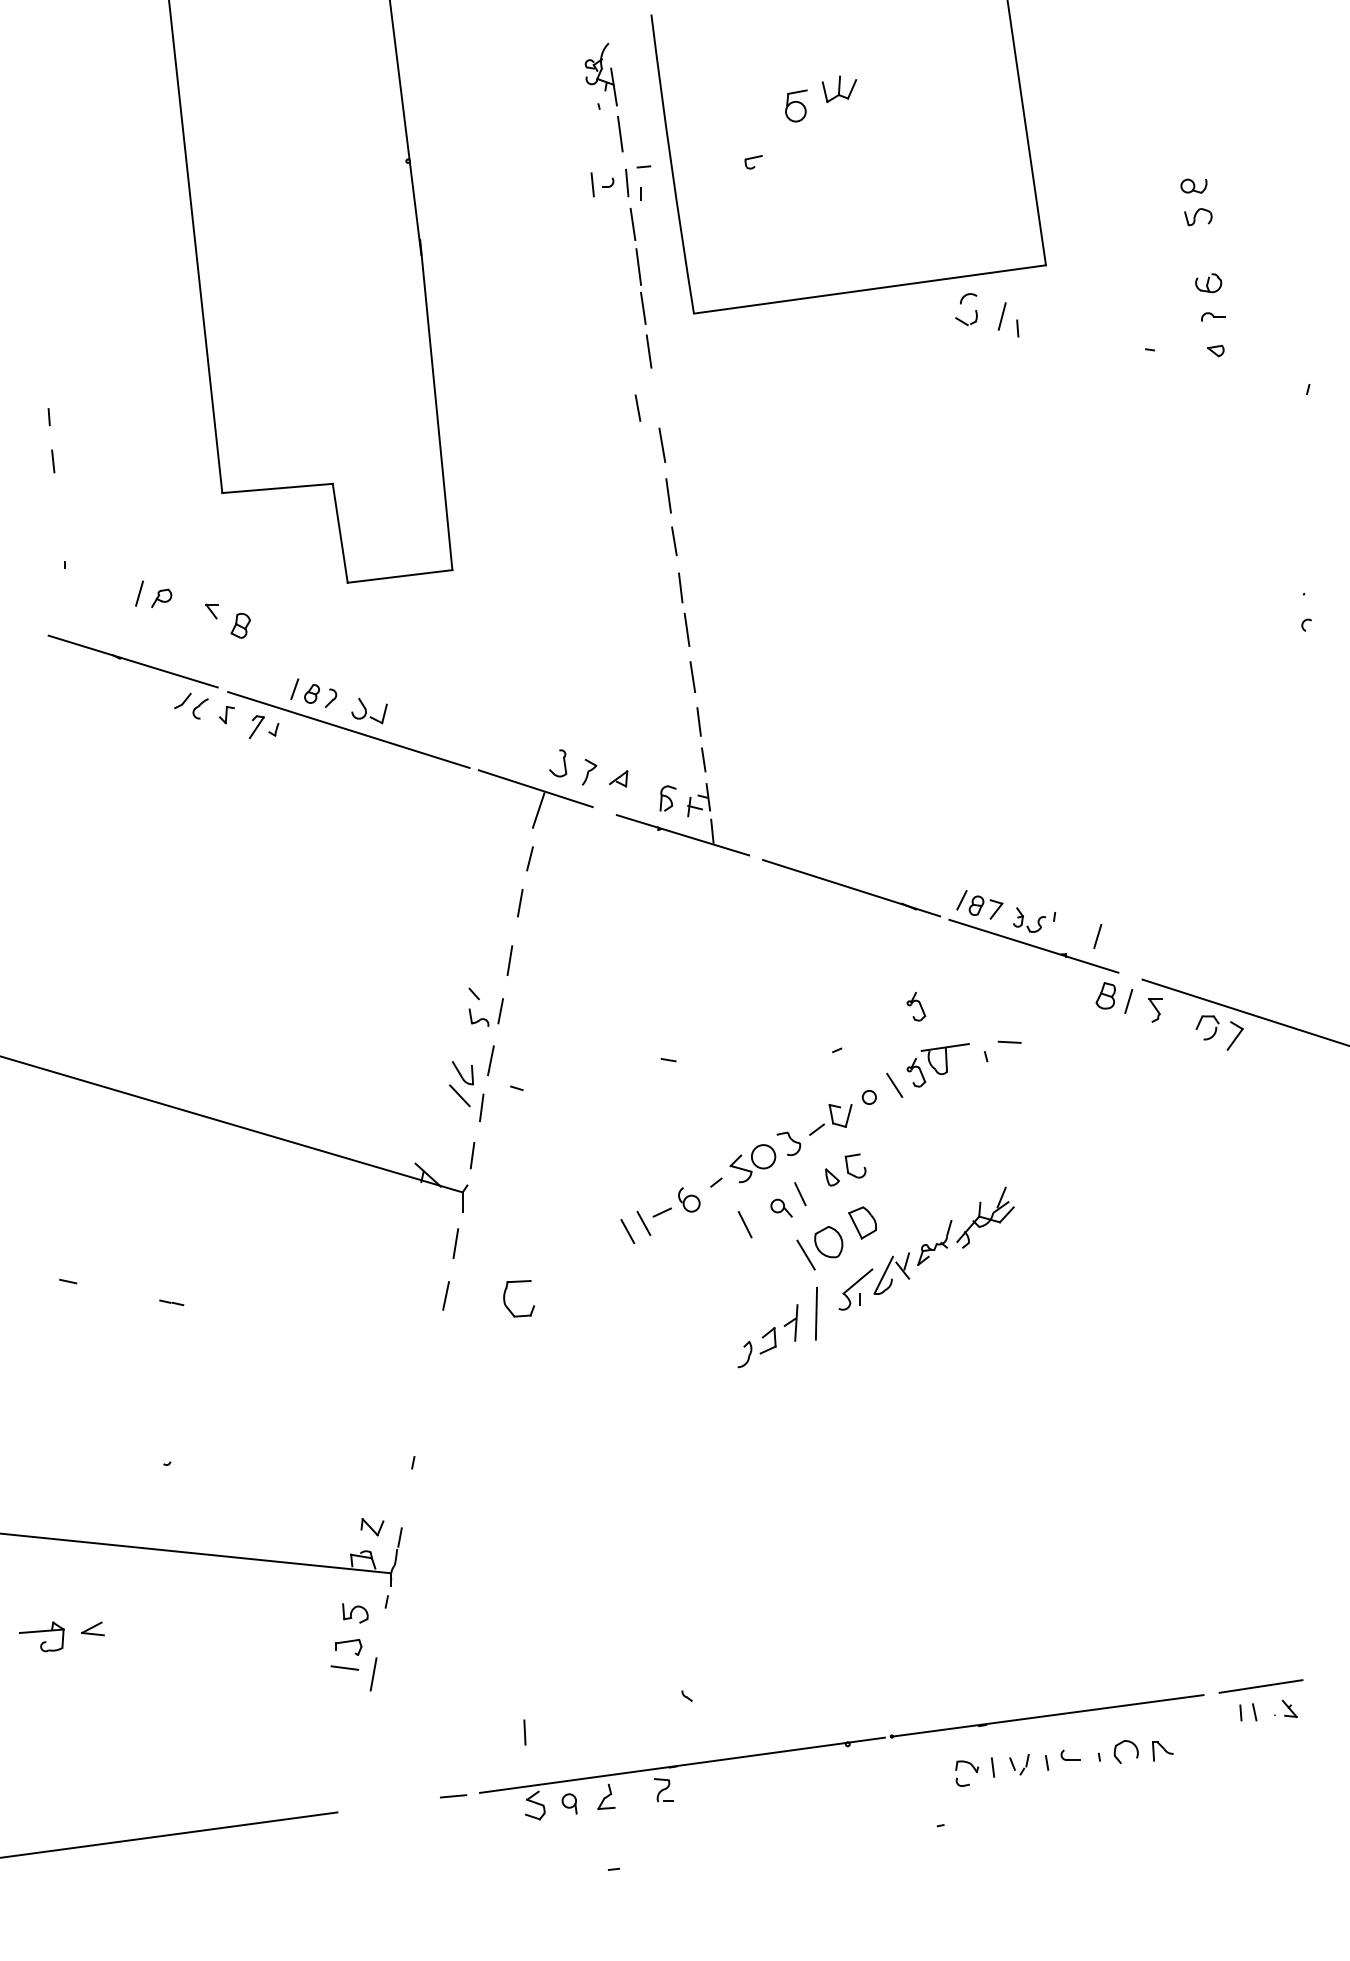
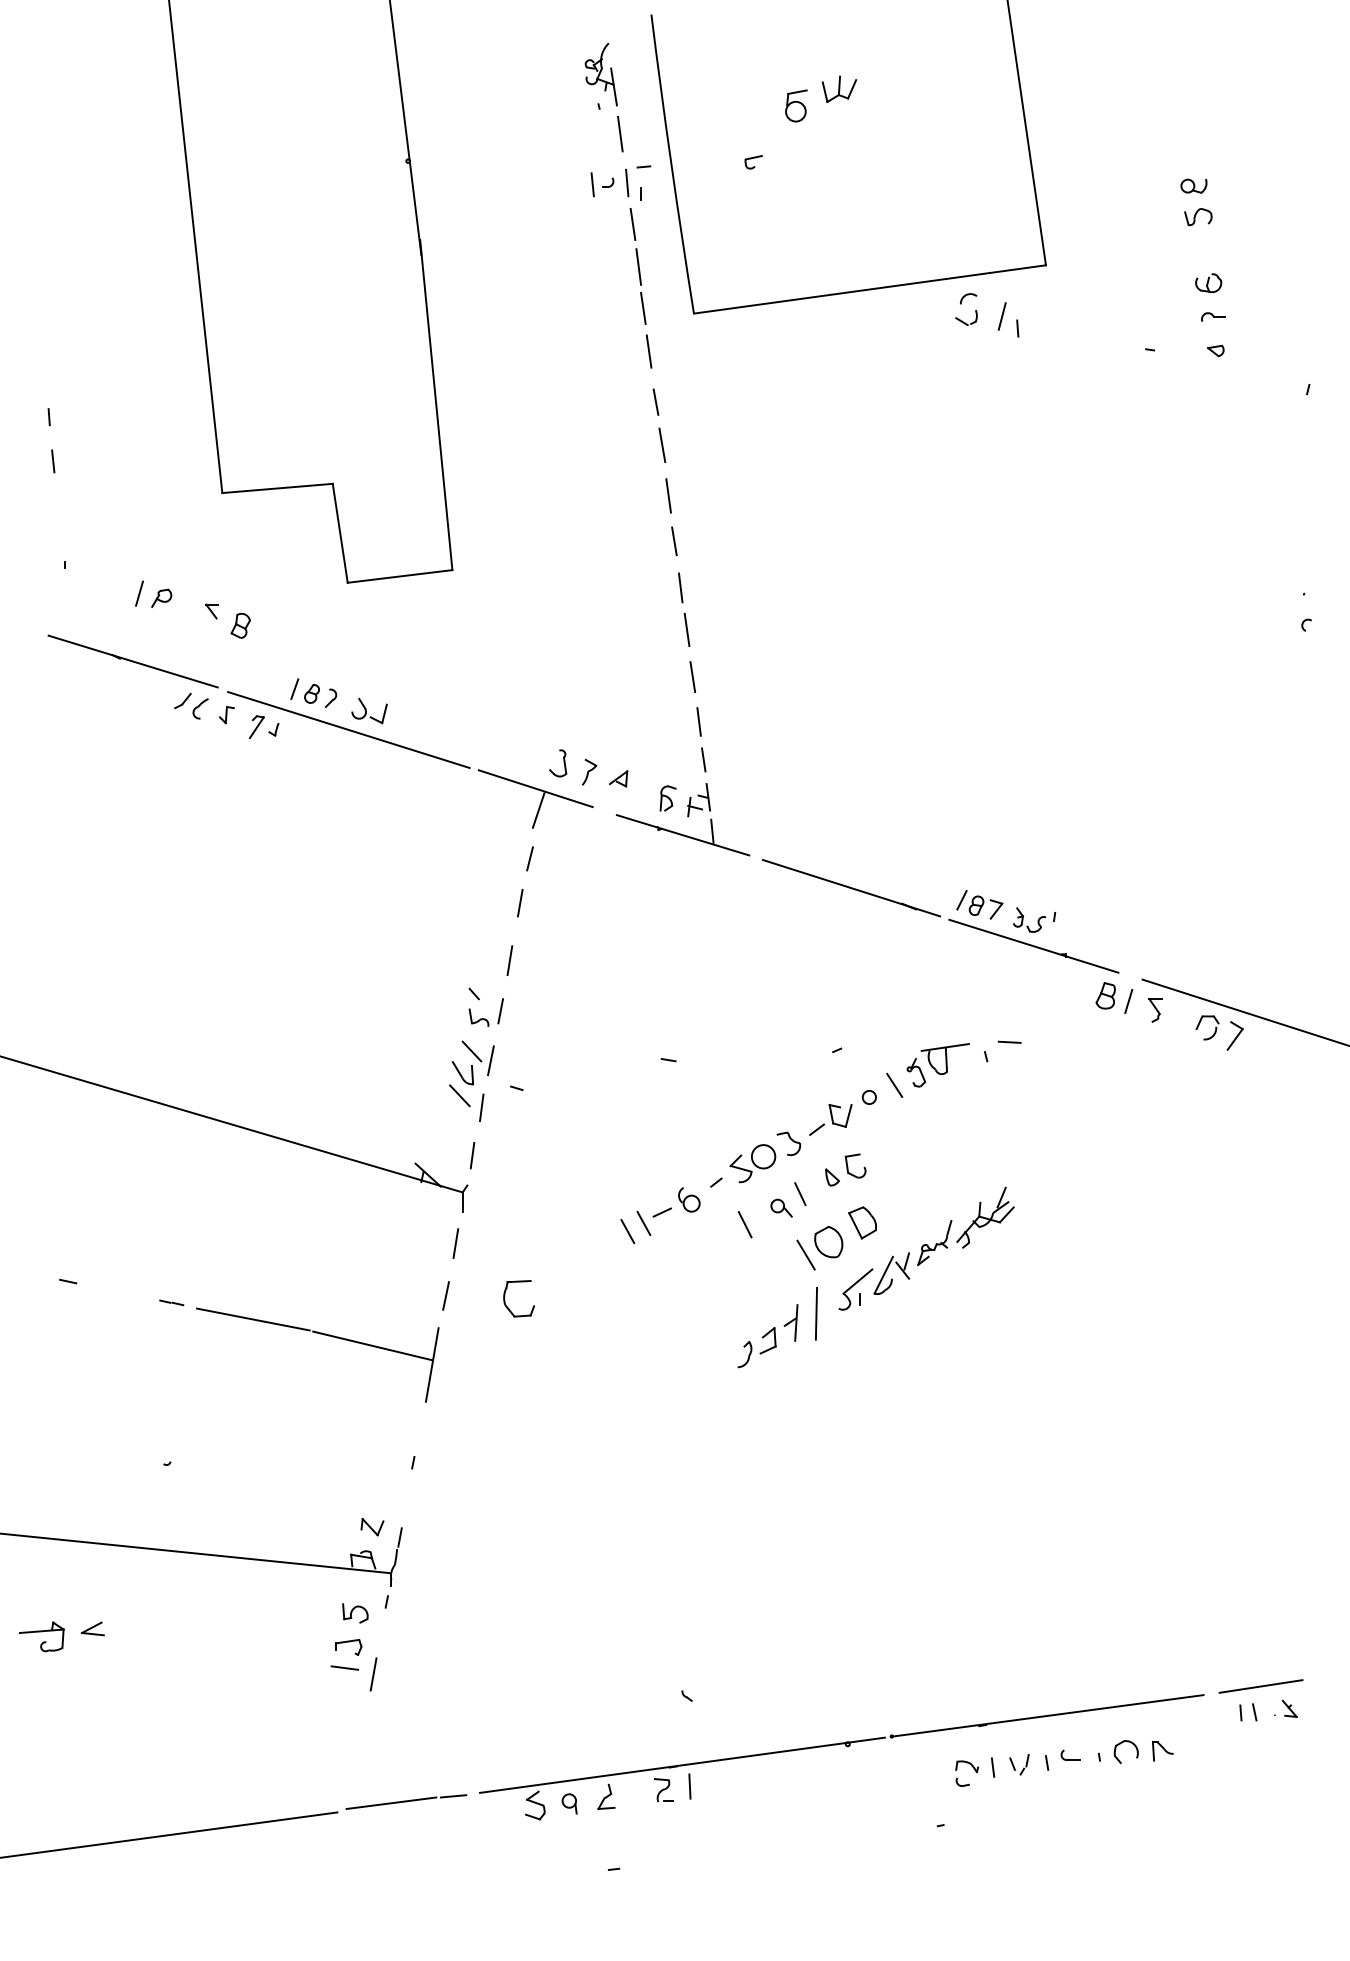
line at (637, 407) position: (637, 407) -> (655, 401)
line at (1097, 936): present -> none
part at (916, 1006): present -> none
line at (471, 1051): none -> present
part at (320, 1334): none -> present
line at (524, 1732) position: (524, 1732) -> (689, 1786)
line at (391, 1802): none -> present
